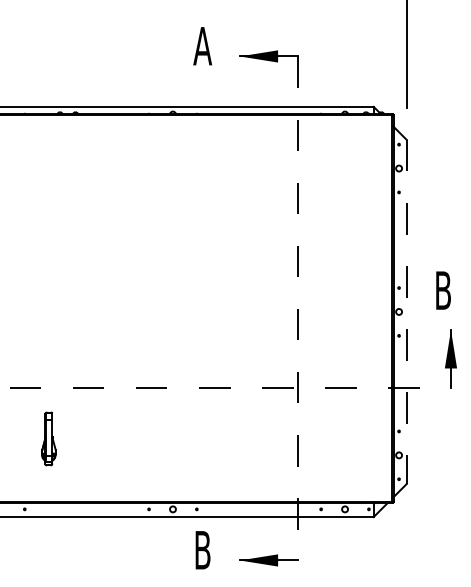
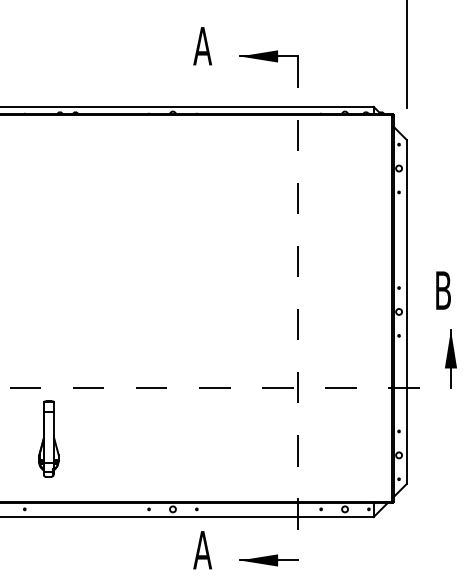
line at (406, 312): dashed -> solid
part at (48, 438) size: 16x56 px -> 22x78 px
text at (202, 550): B -> A
